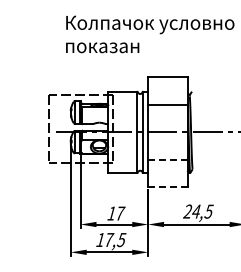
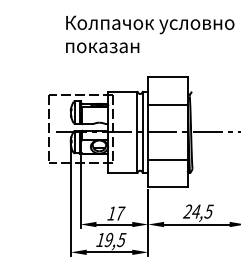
line at (168, 159): dashed -> solid
line at (168, 187): dashed -> solid
text at (109, 239): 17,5 -> 19,5
